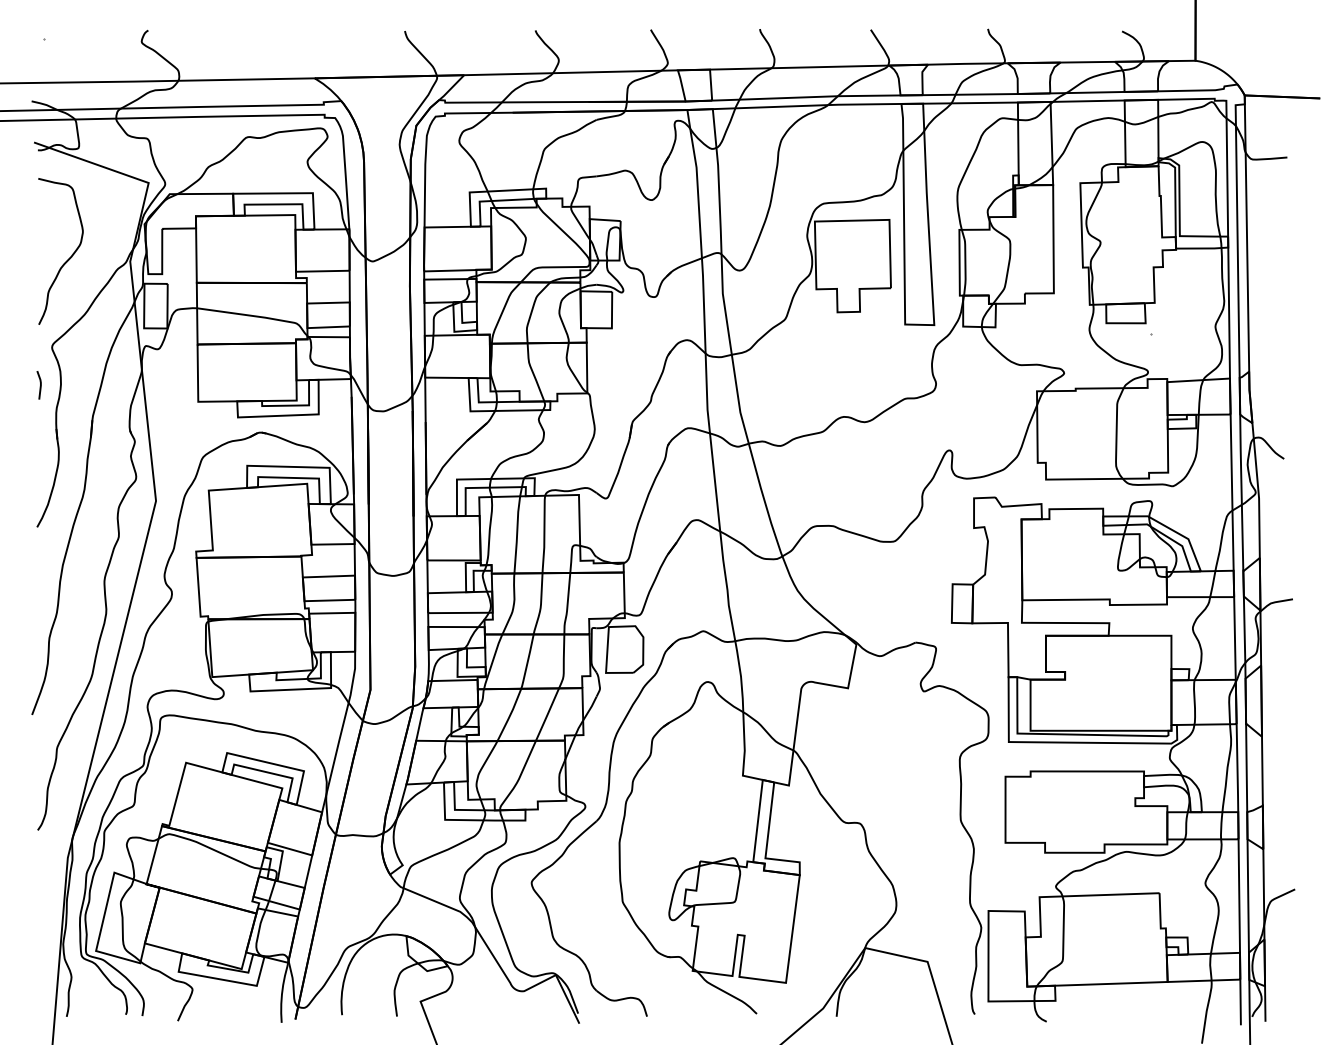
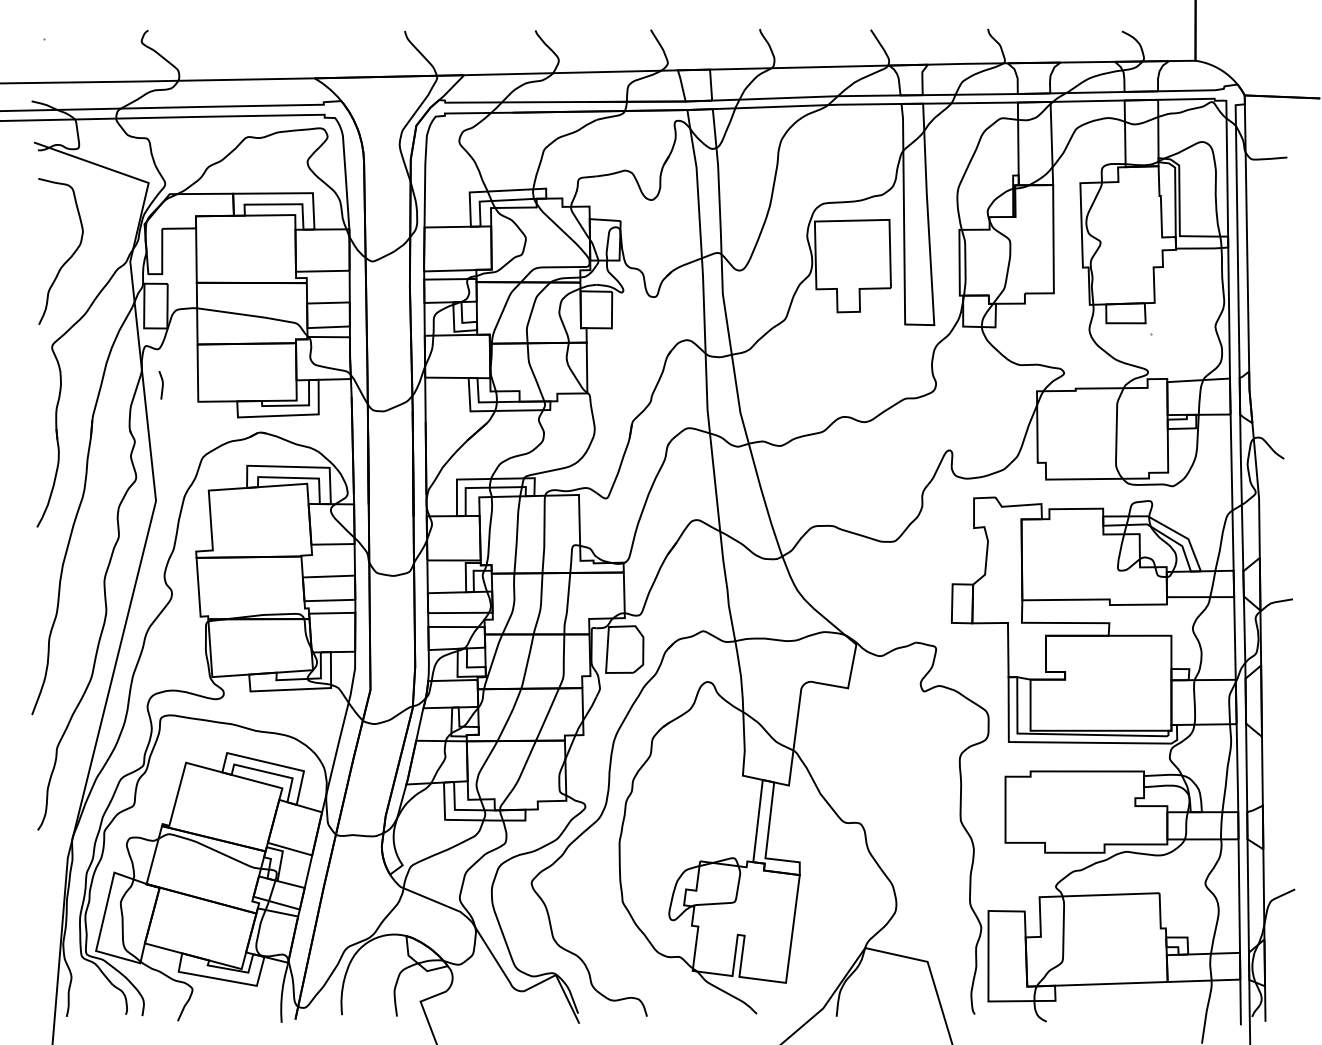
line at (39, 386) position: (39, 386) -> (161, 386)
